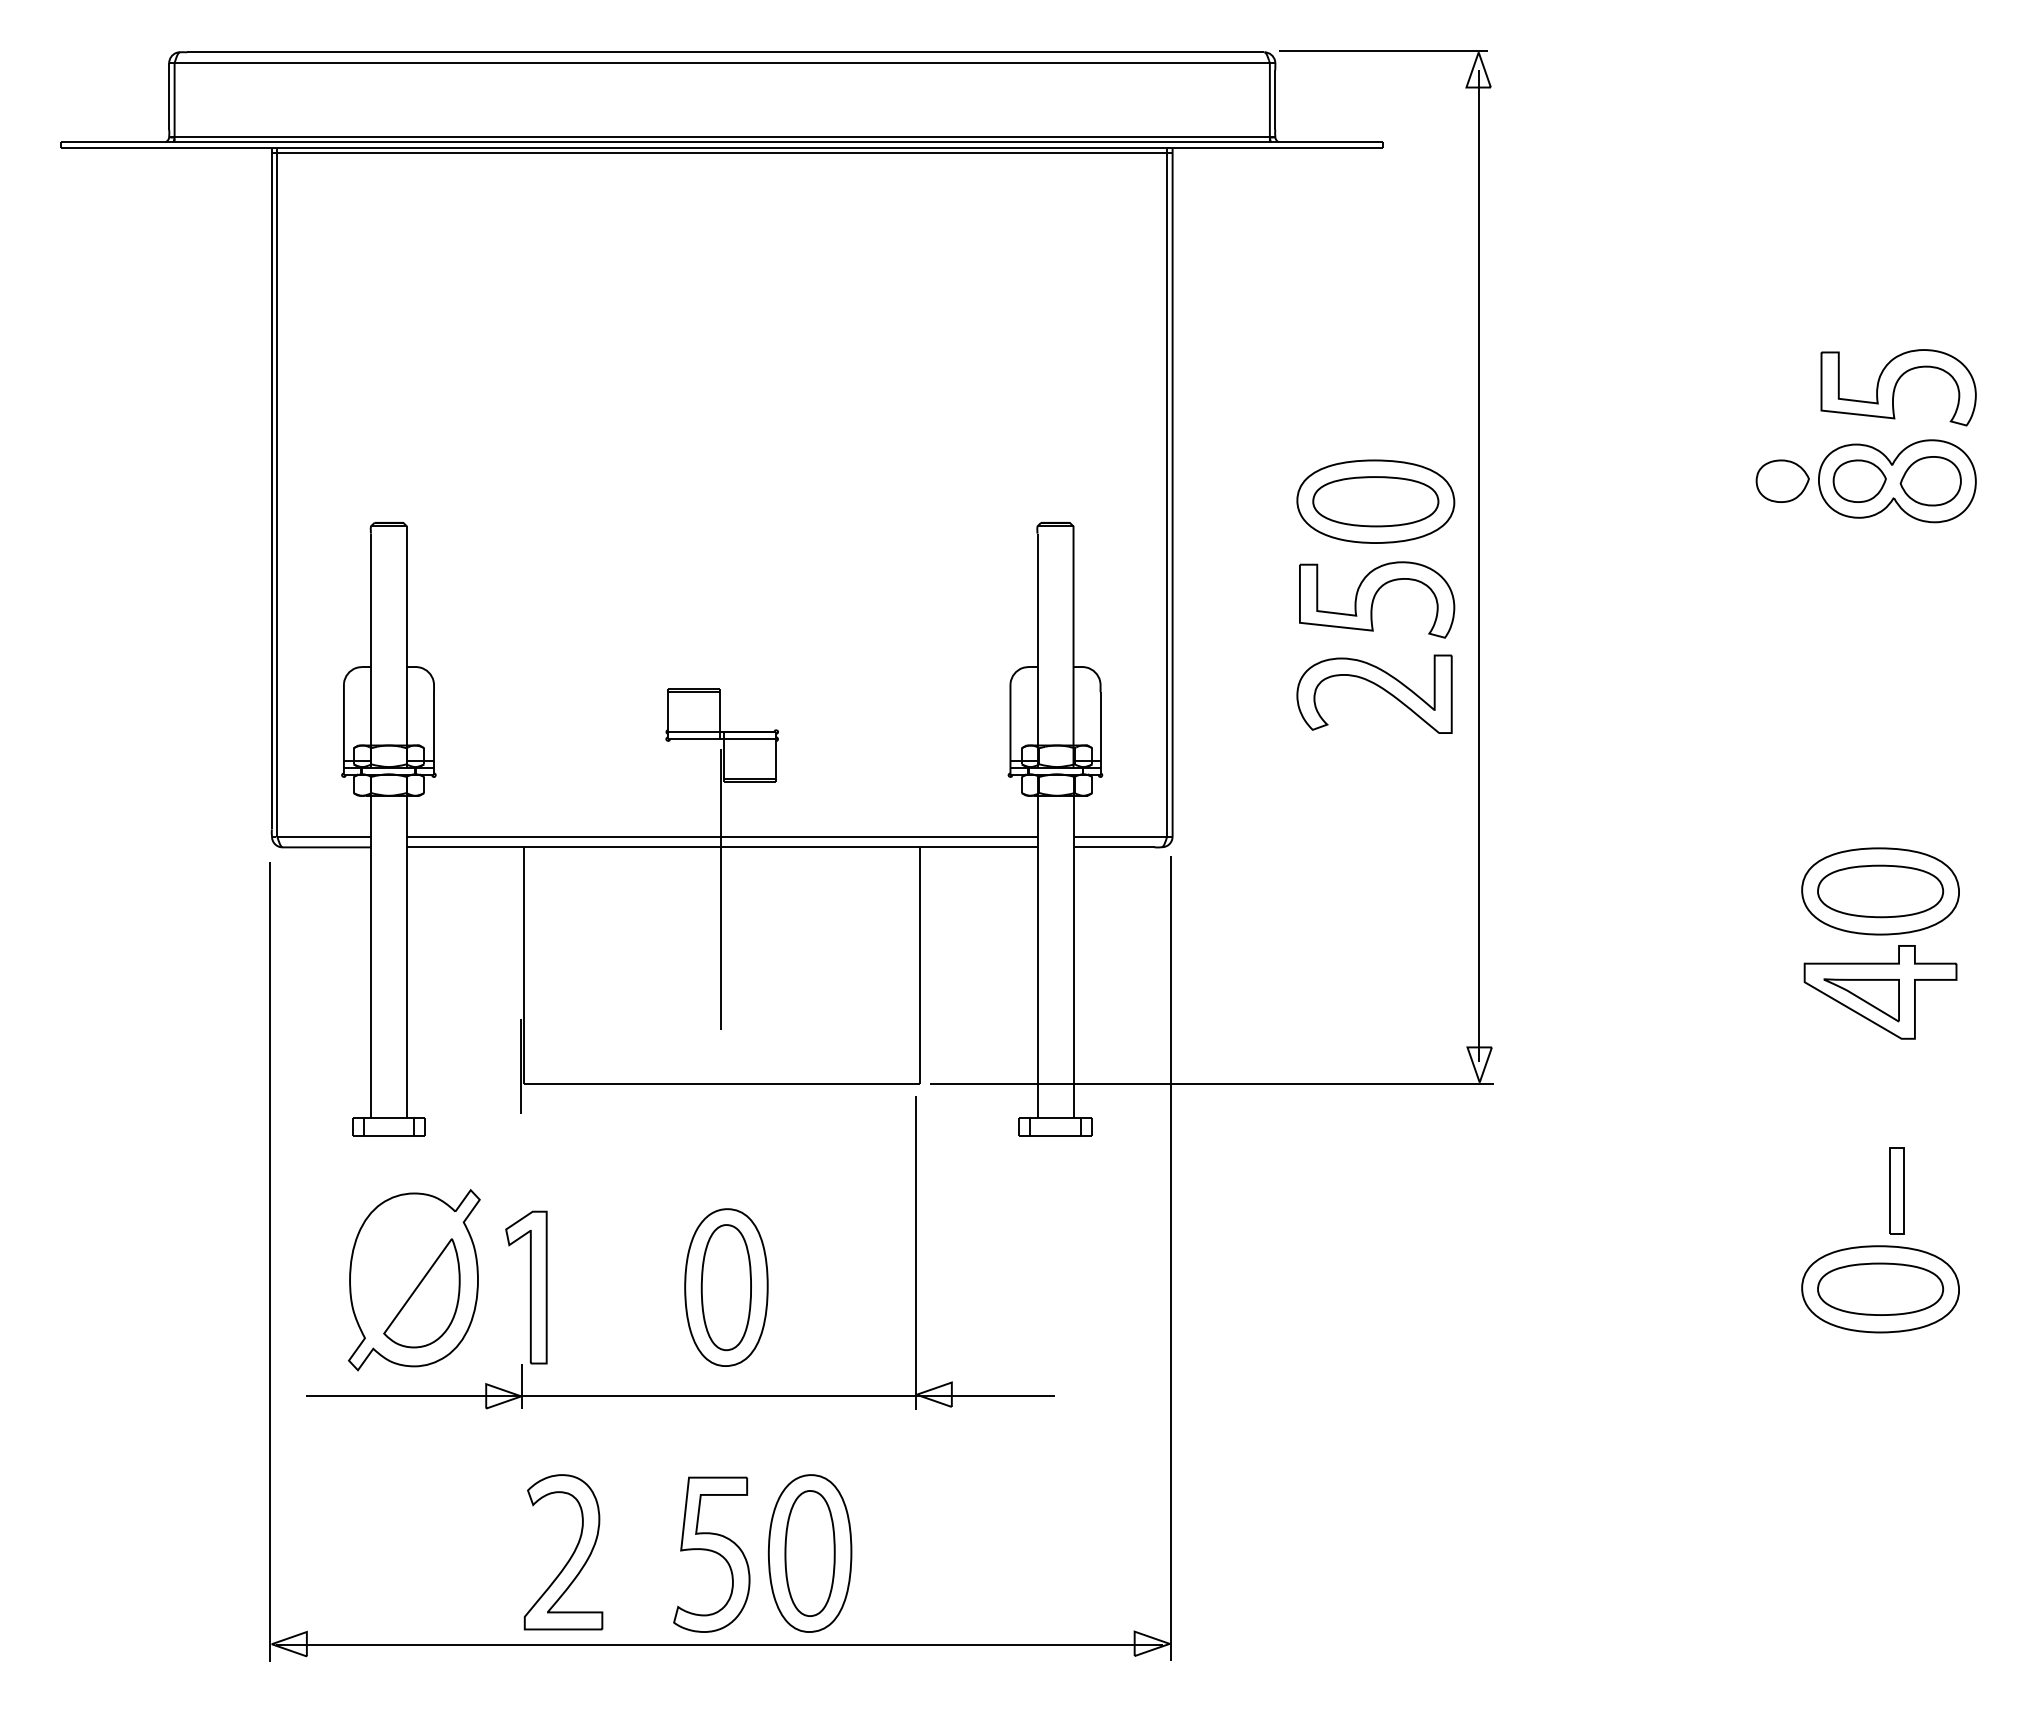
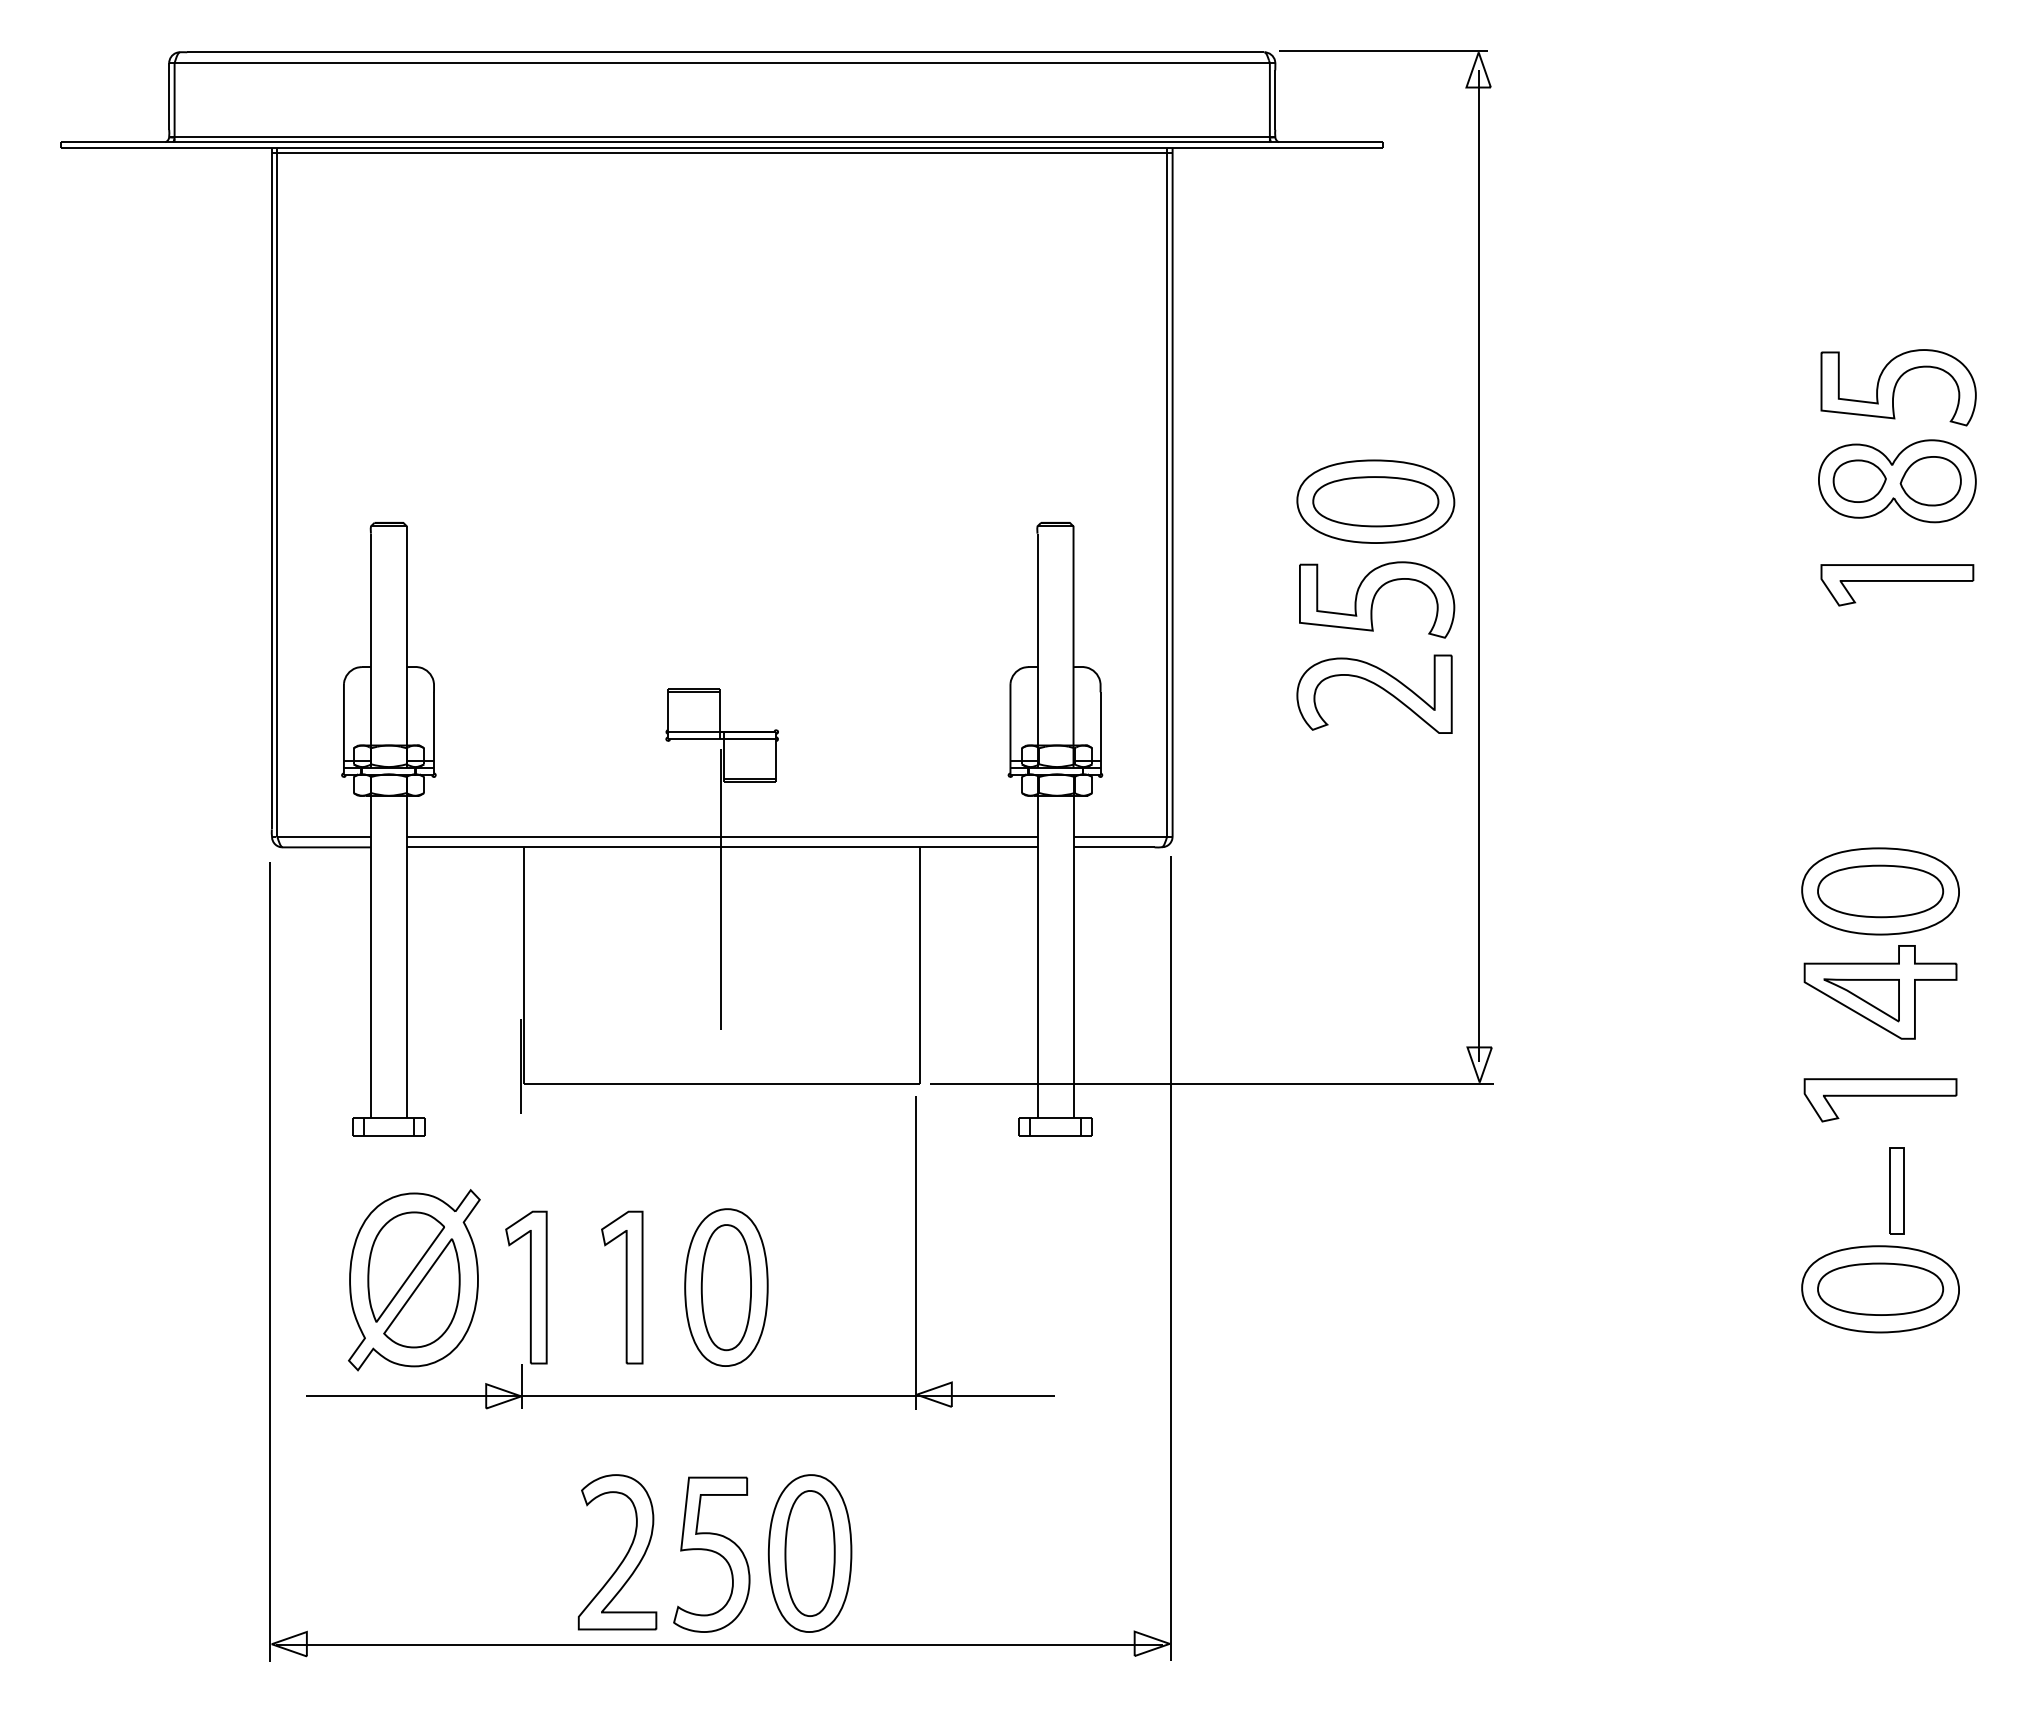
part at (1782, 480): present -> none
part at (1897, 585): none -> present
part at (1880, 1100): none -> present
part at (405, 1266): none -> present
part at (622, 1287): none -> present
part at (570, 1556) position: (570, 1556) -> (624, 1556)
